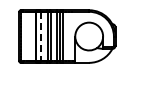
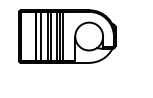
line at (40, 36): dashed -> solid
